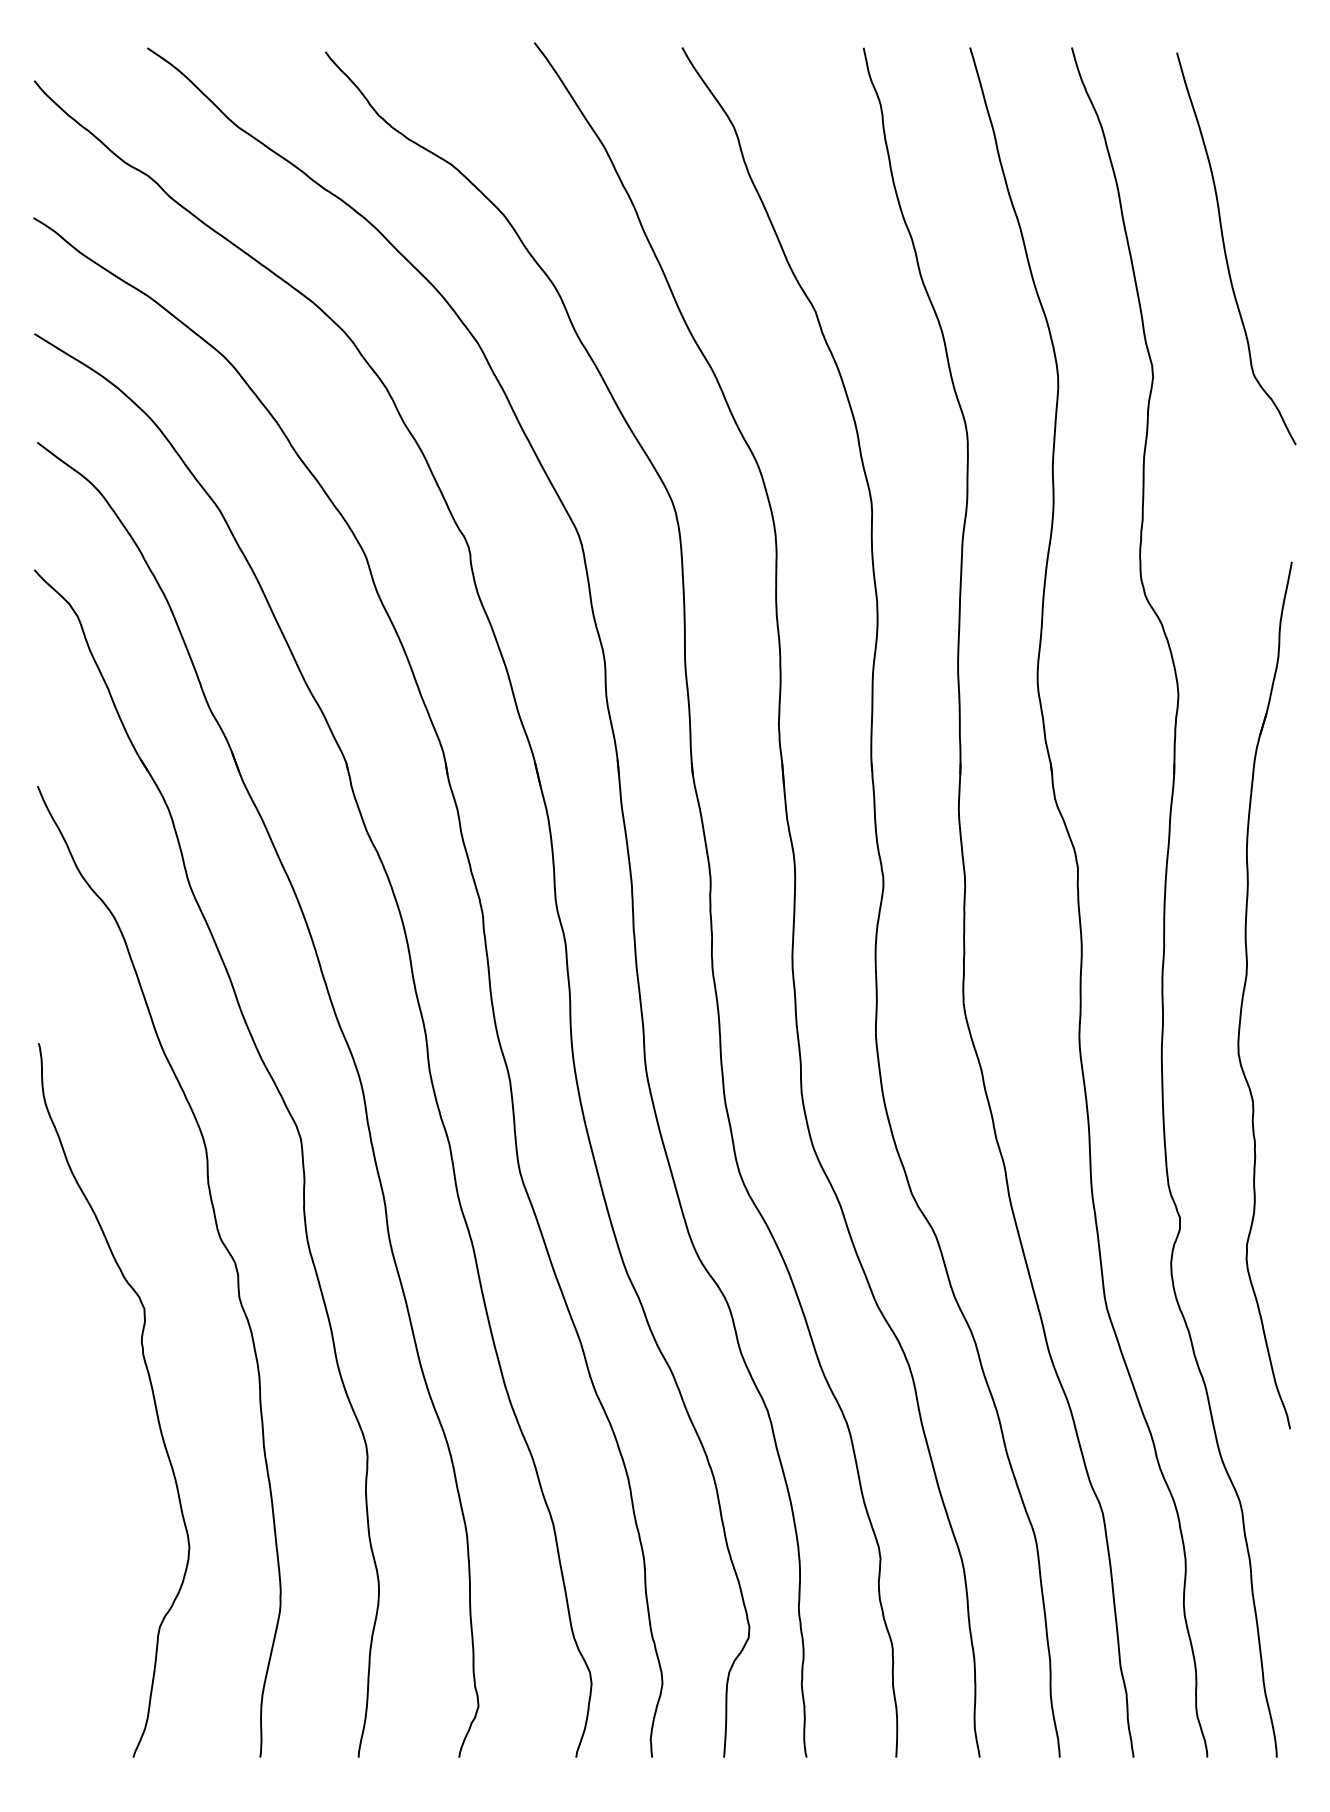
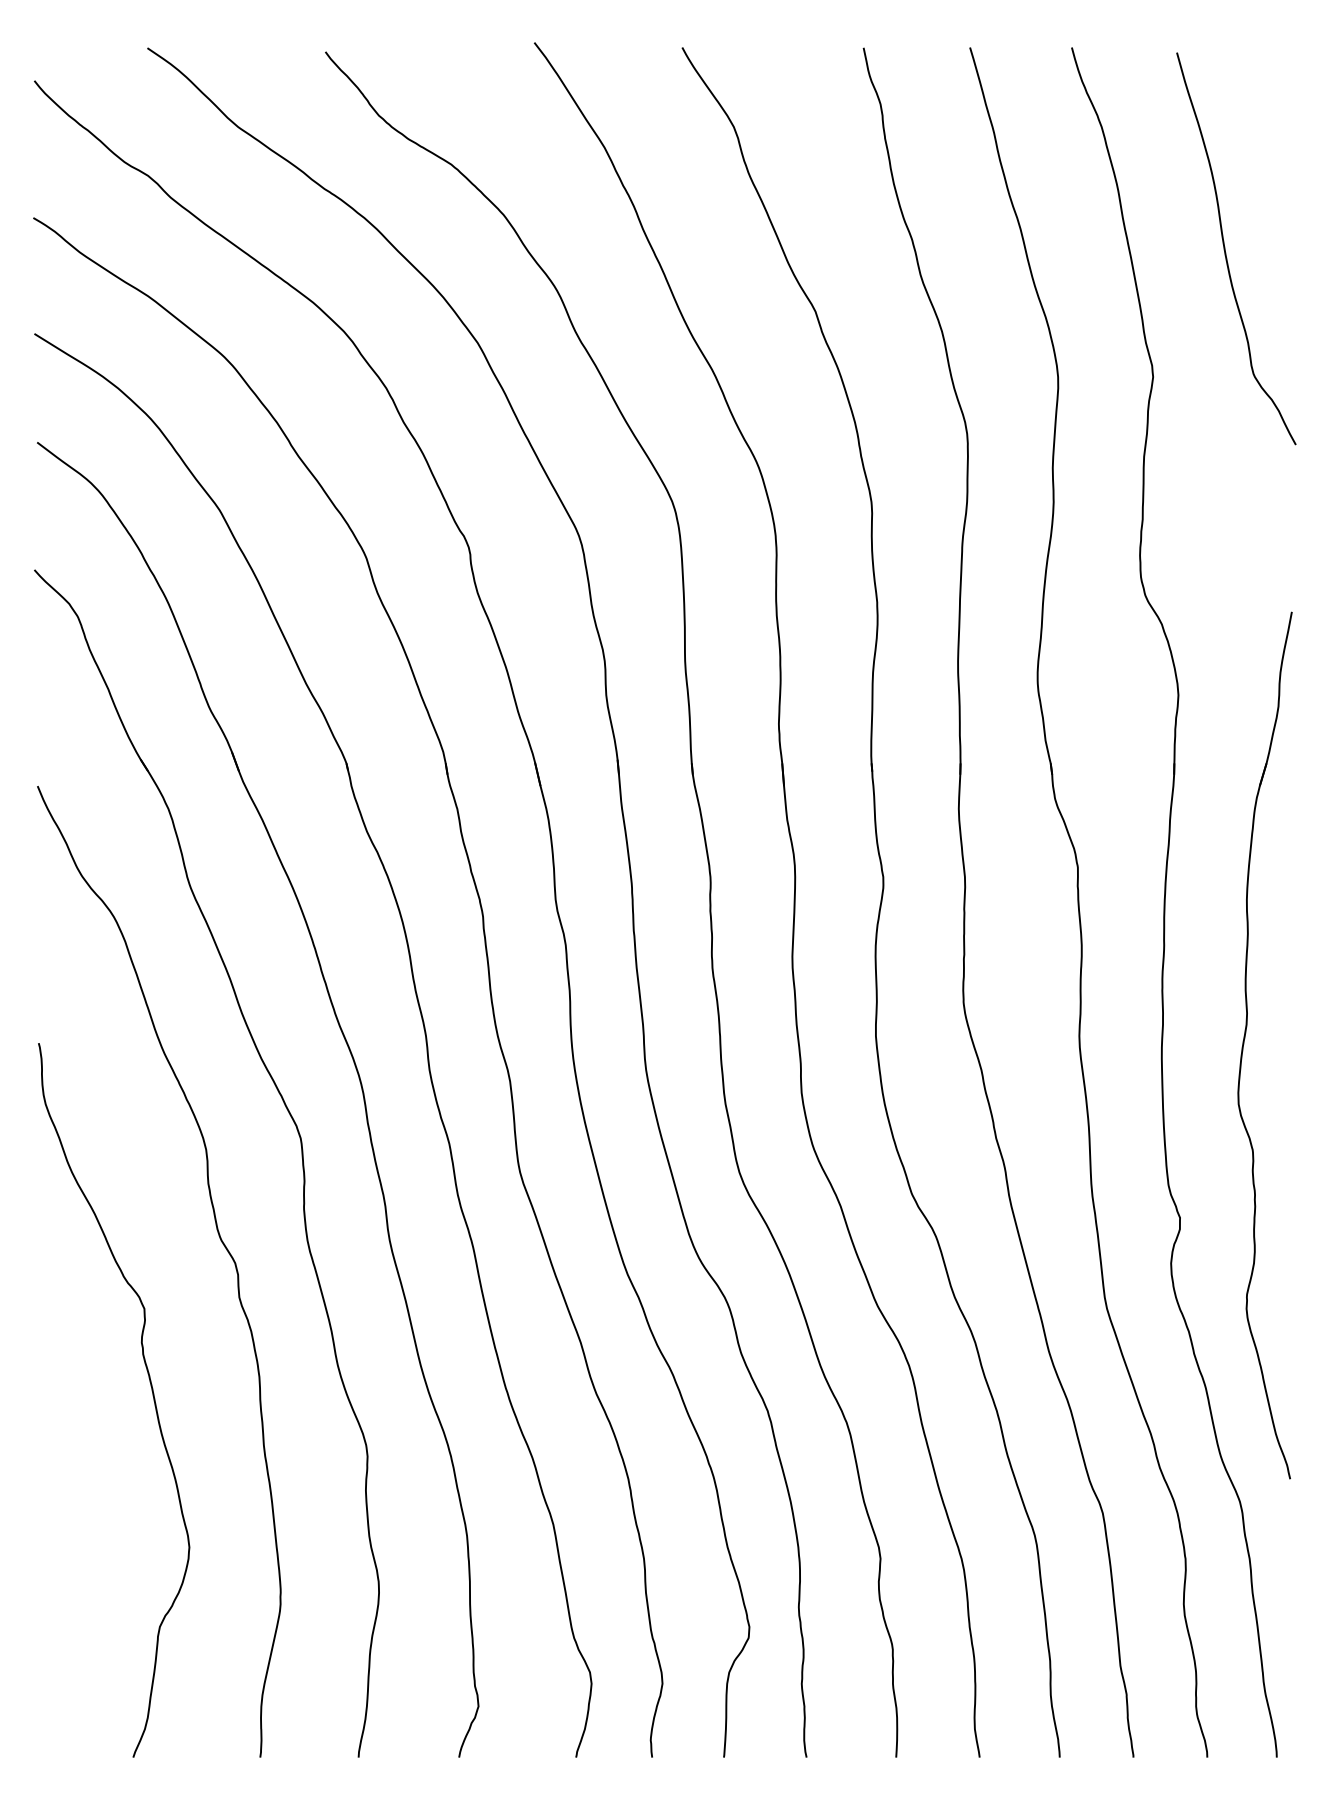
part at (1244, 994) position: (1244, 994) -> (1244, 1044)
